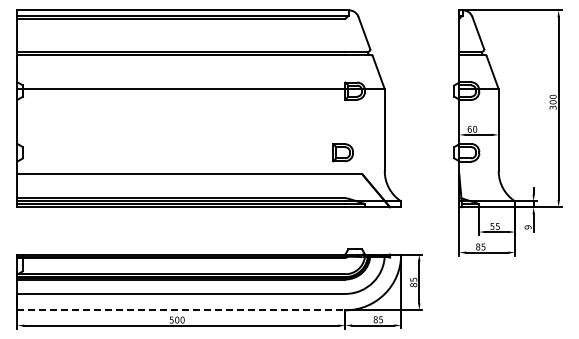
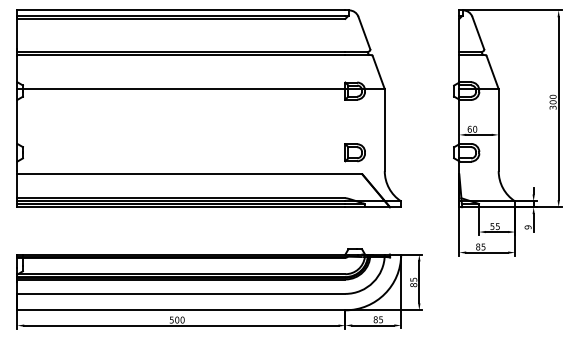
part at (342, 152) position: (342, 152) -> (354, 152)
line at (181, 310): dashed -> solid
